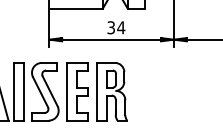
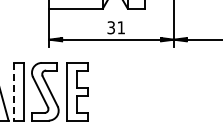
text at (121, 27): 34 -> 31
line at (13, 91): solid -> dashed
part at (111, 91): present -> none
